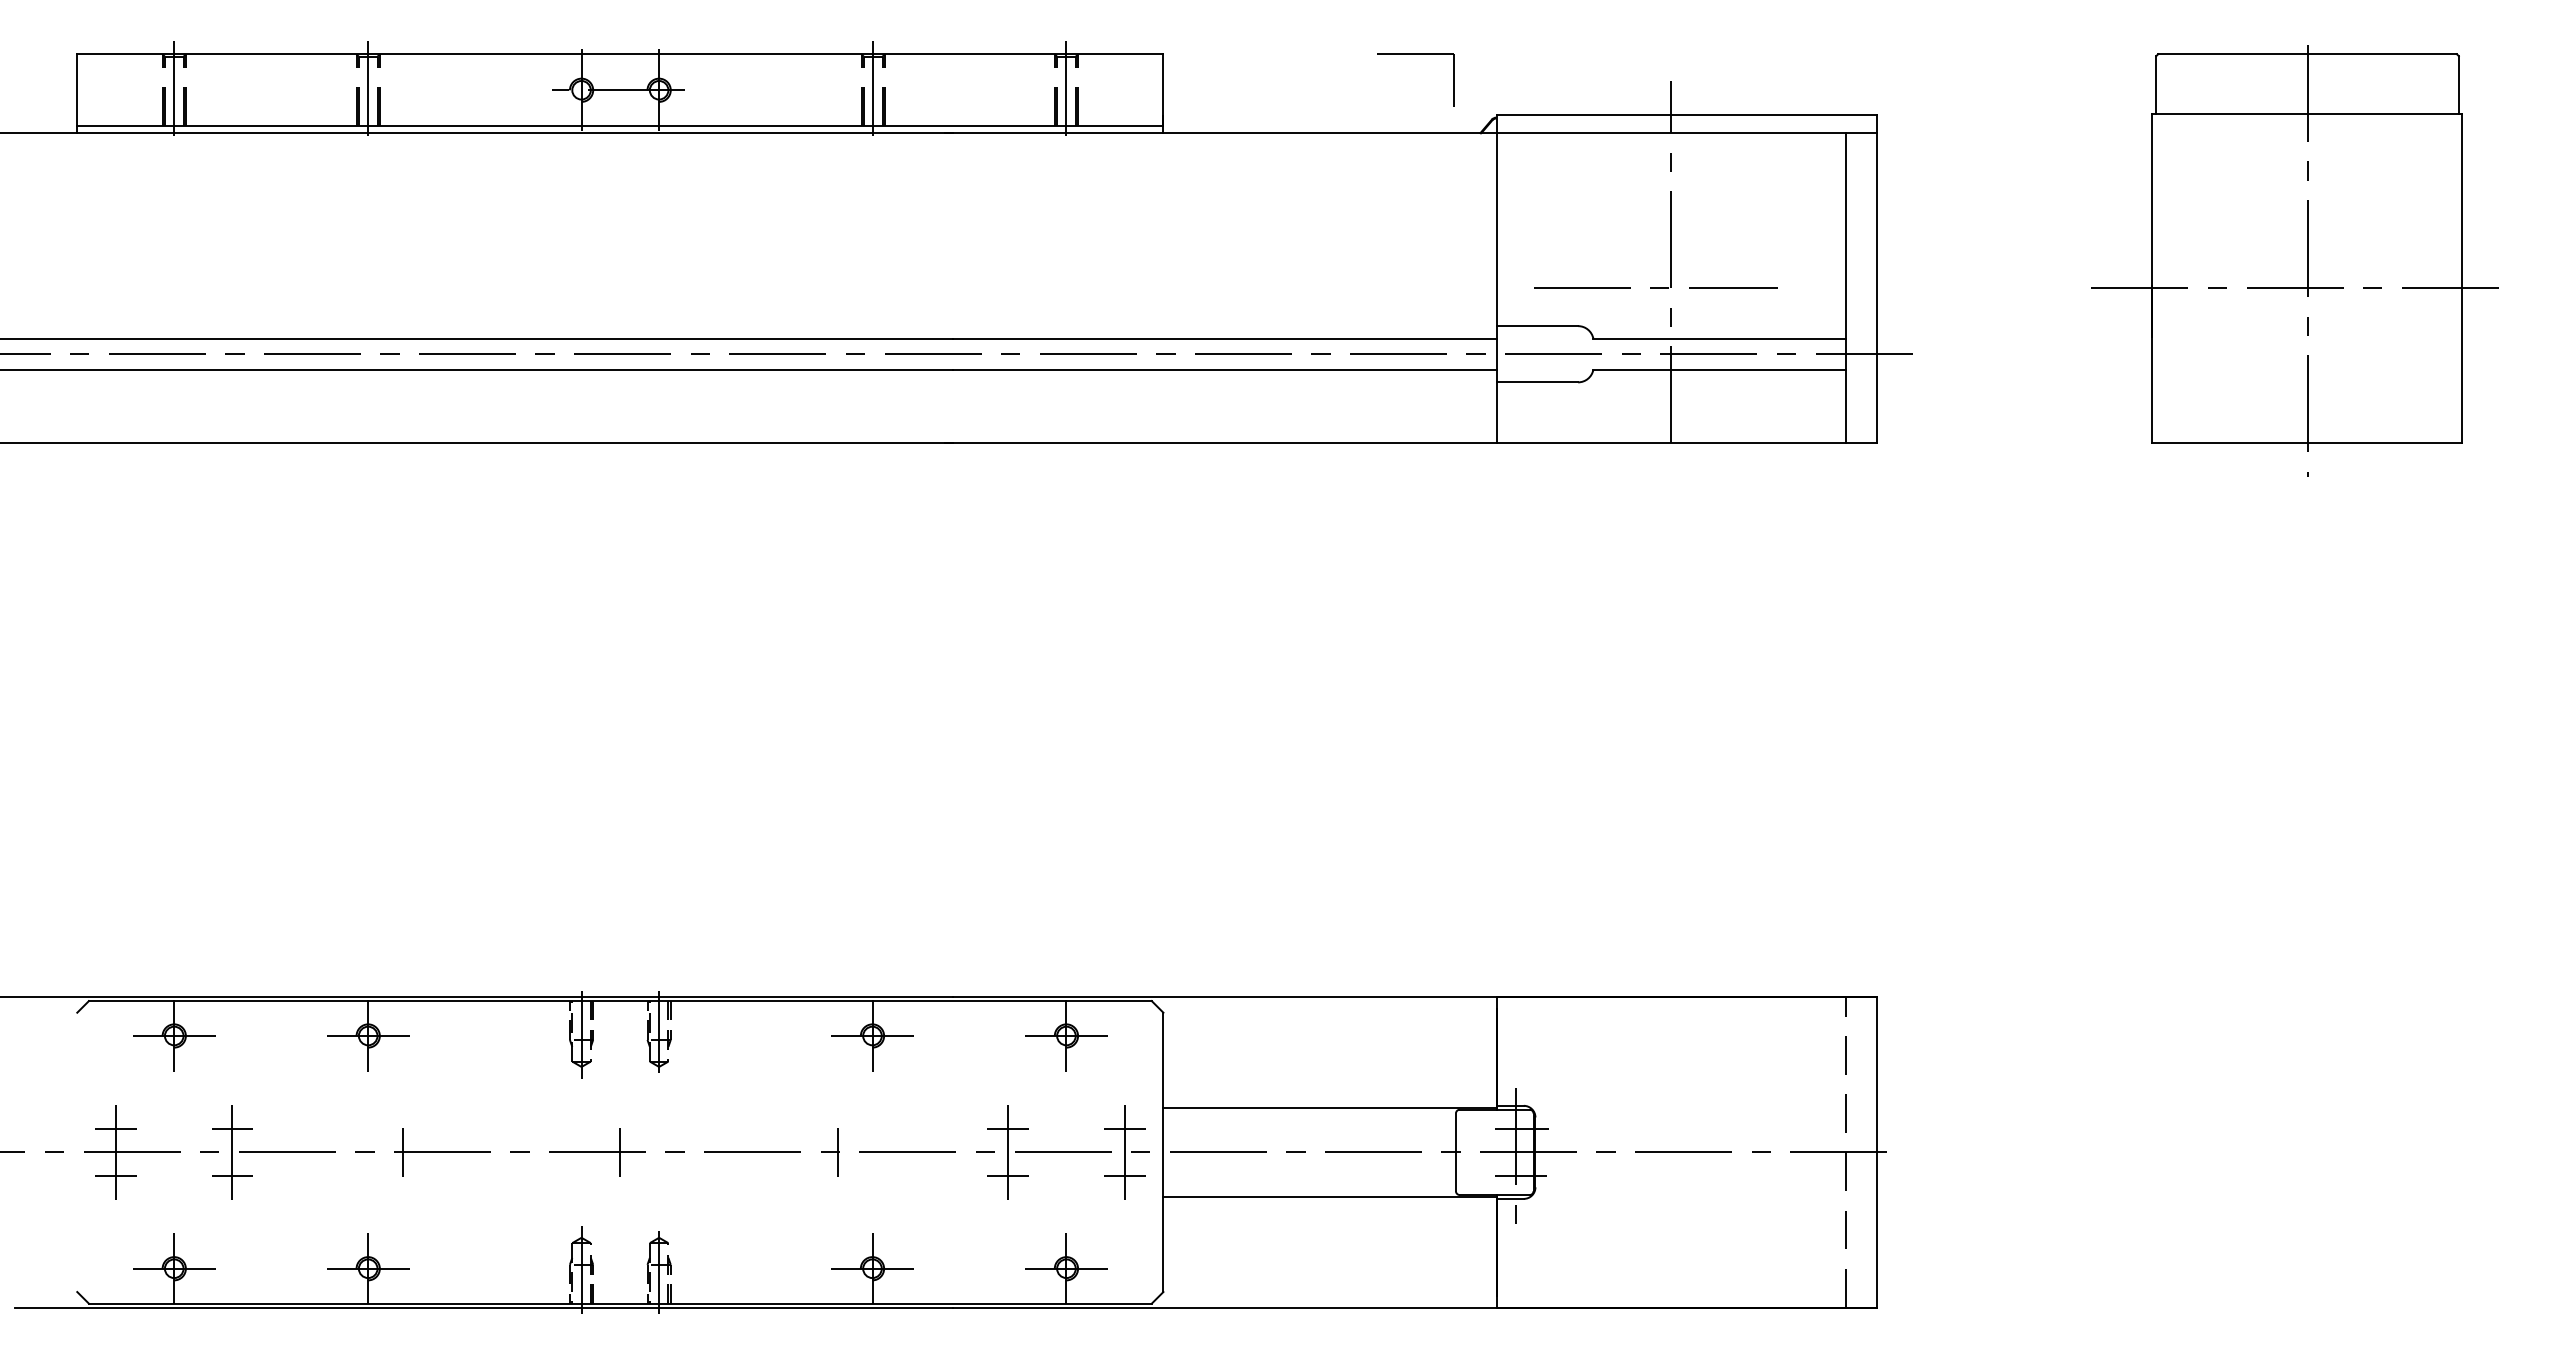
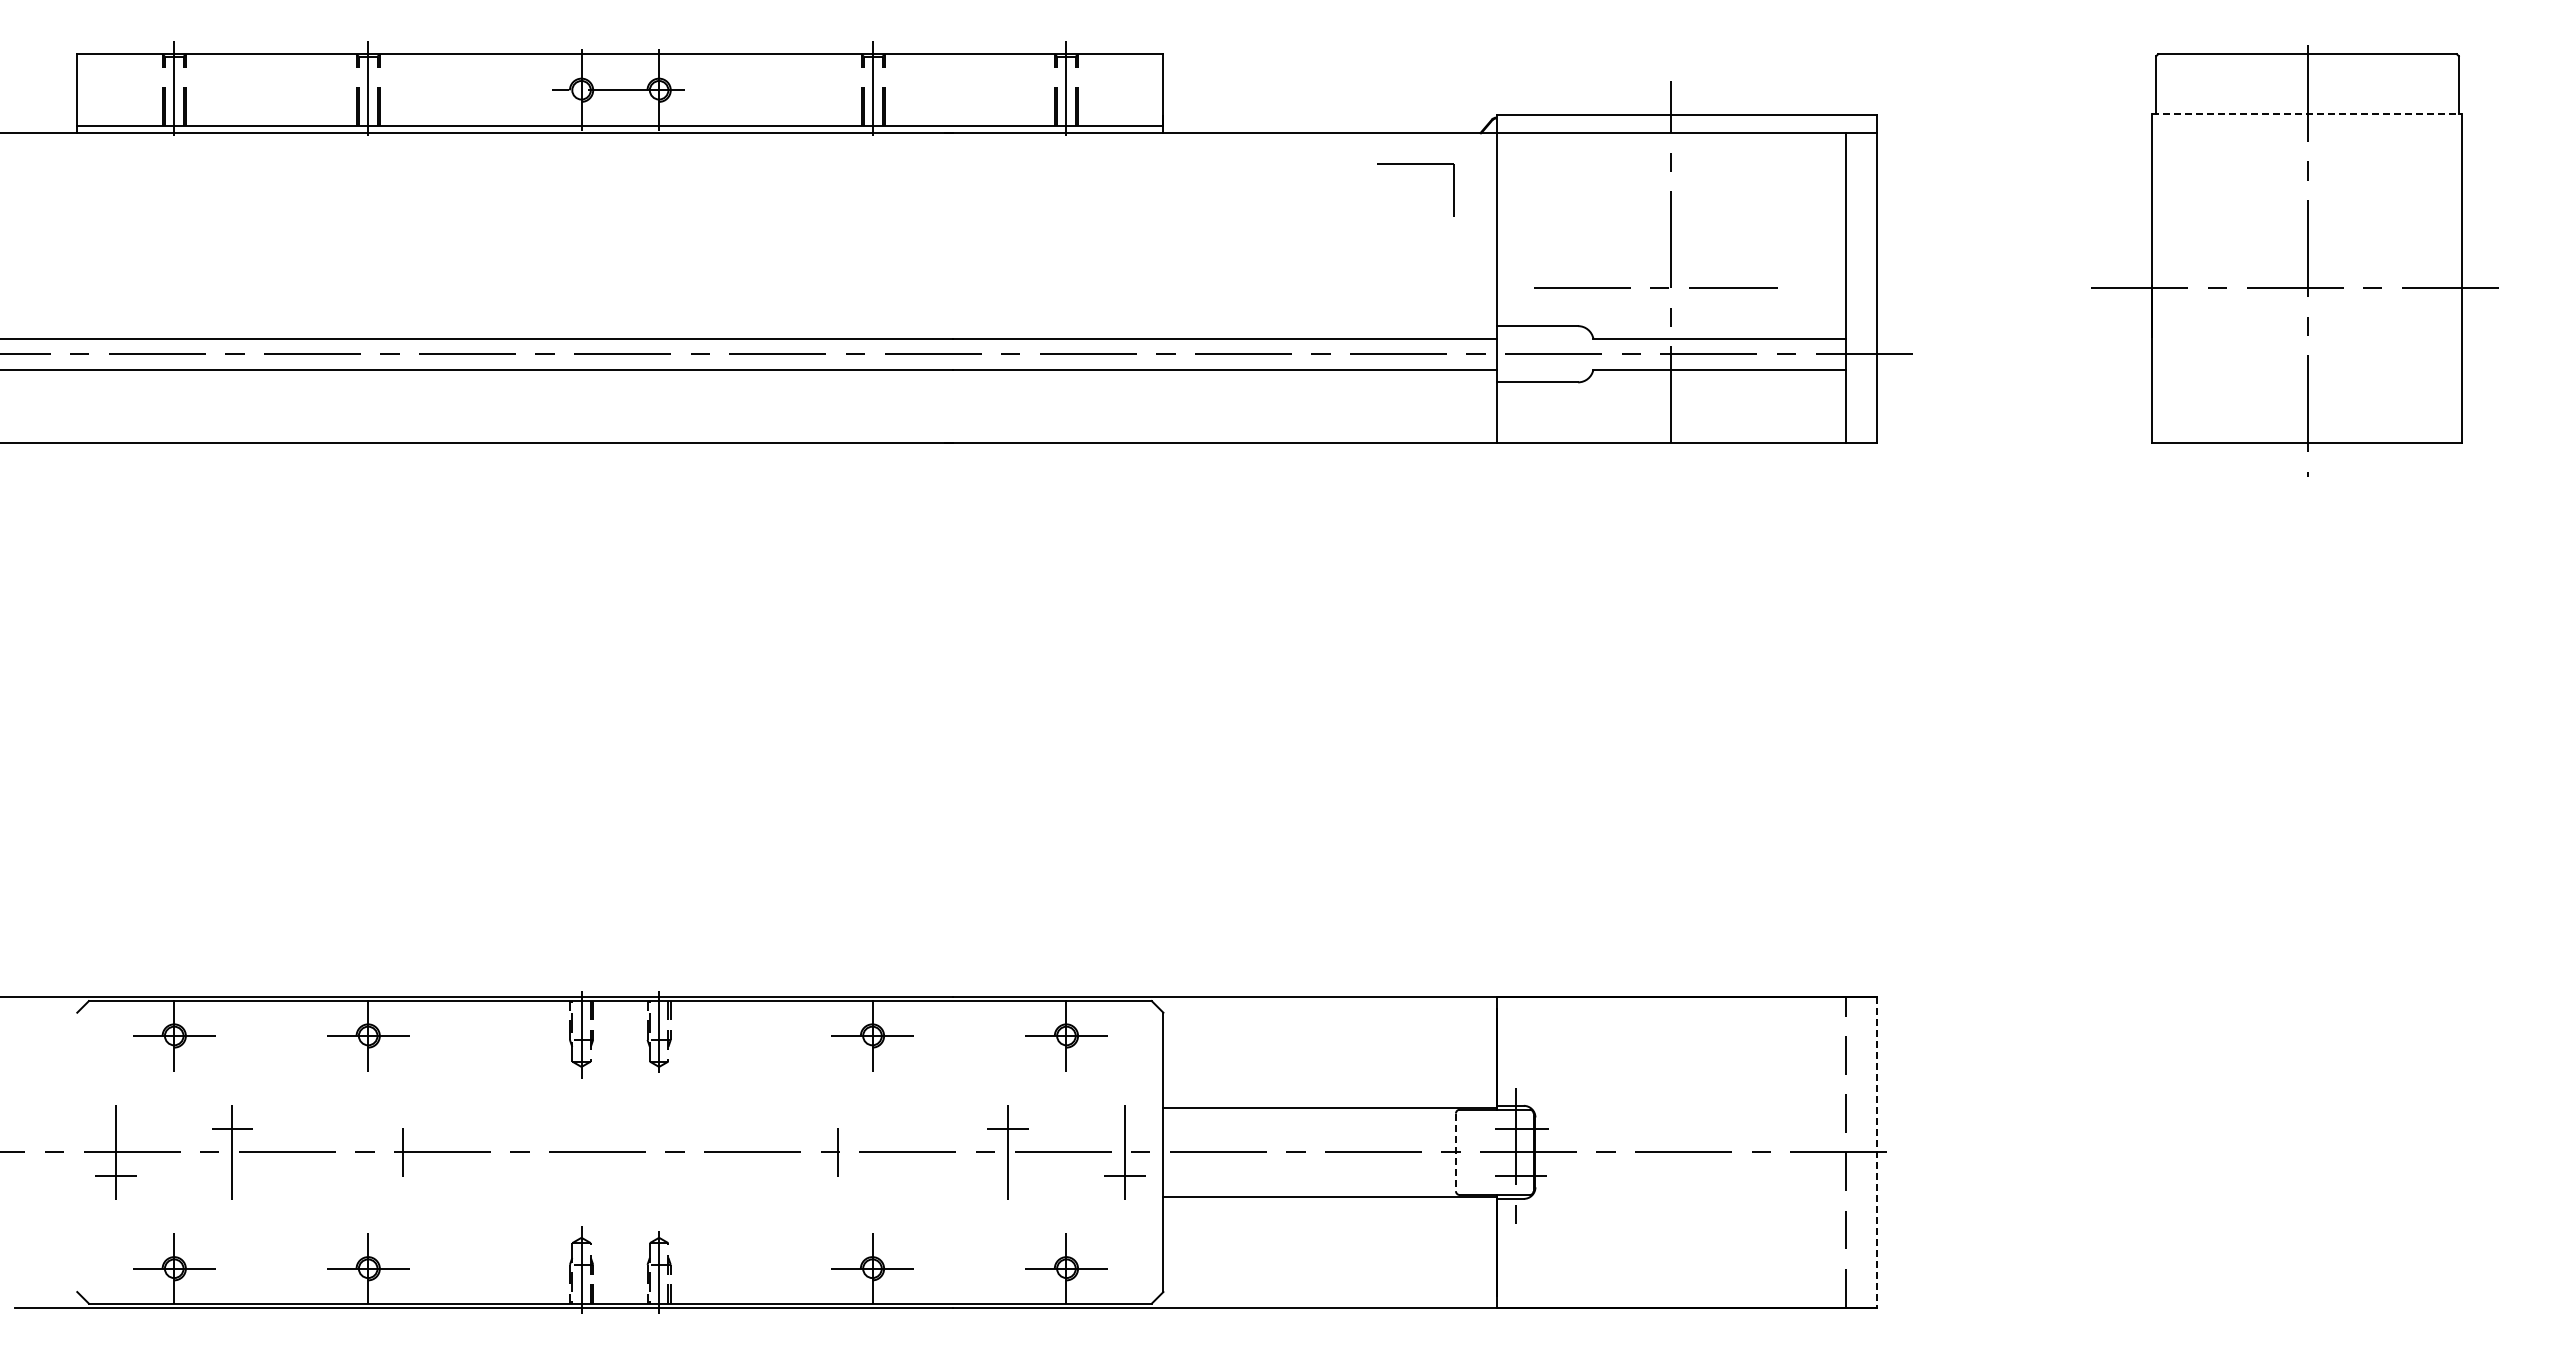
part at (1415, 54) position: (1415, 54) -> (1415, 164)
line at (2307, 113): solid -> dashed
line at (115, 1129): present -> none
line at (1124, 1129): present -> none
line at (620, 1152): present -> none
line at (1455, 1152): solid -> dashed
line at (1876, 1152): solid -> dashed
line at (232, 1175): present -> none
line at (1008, 1175): present -> none
